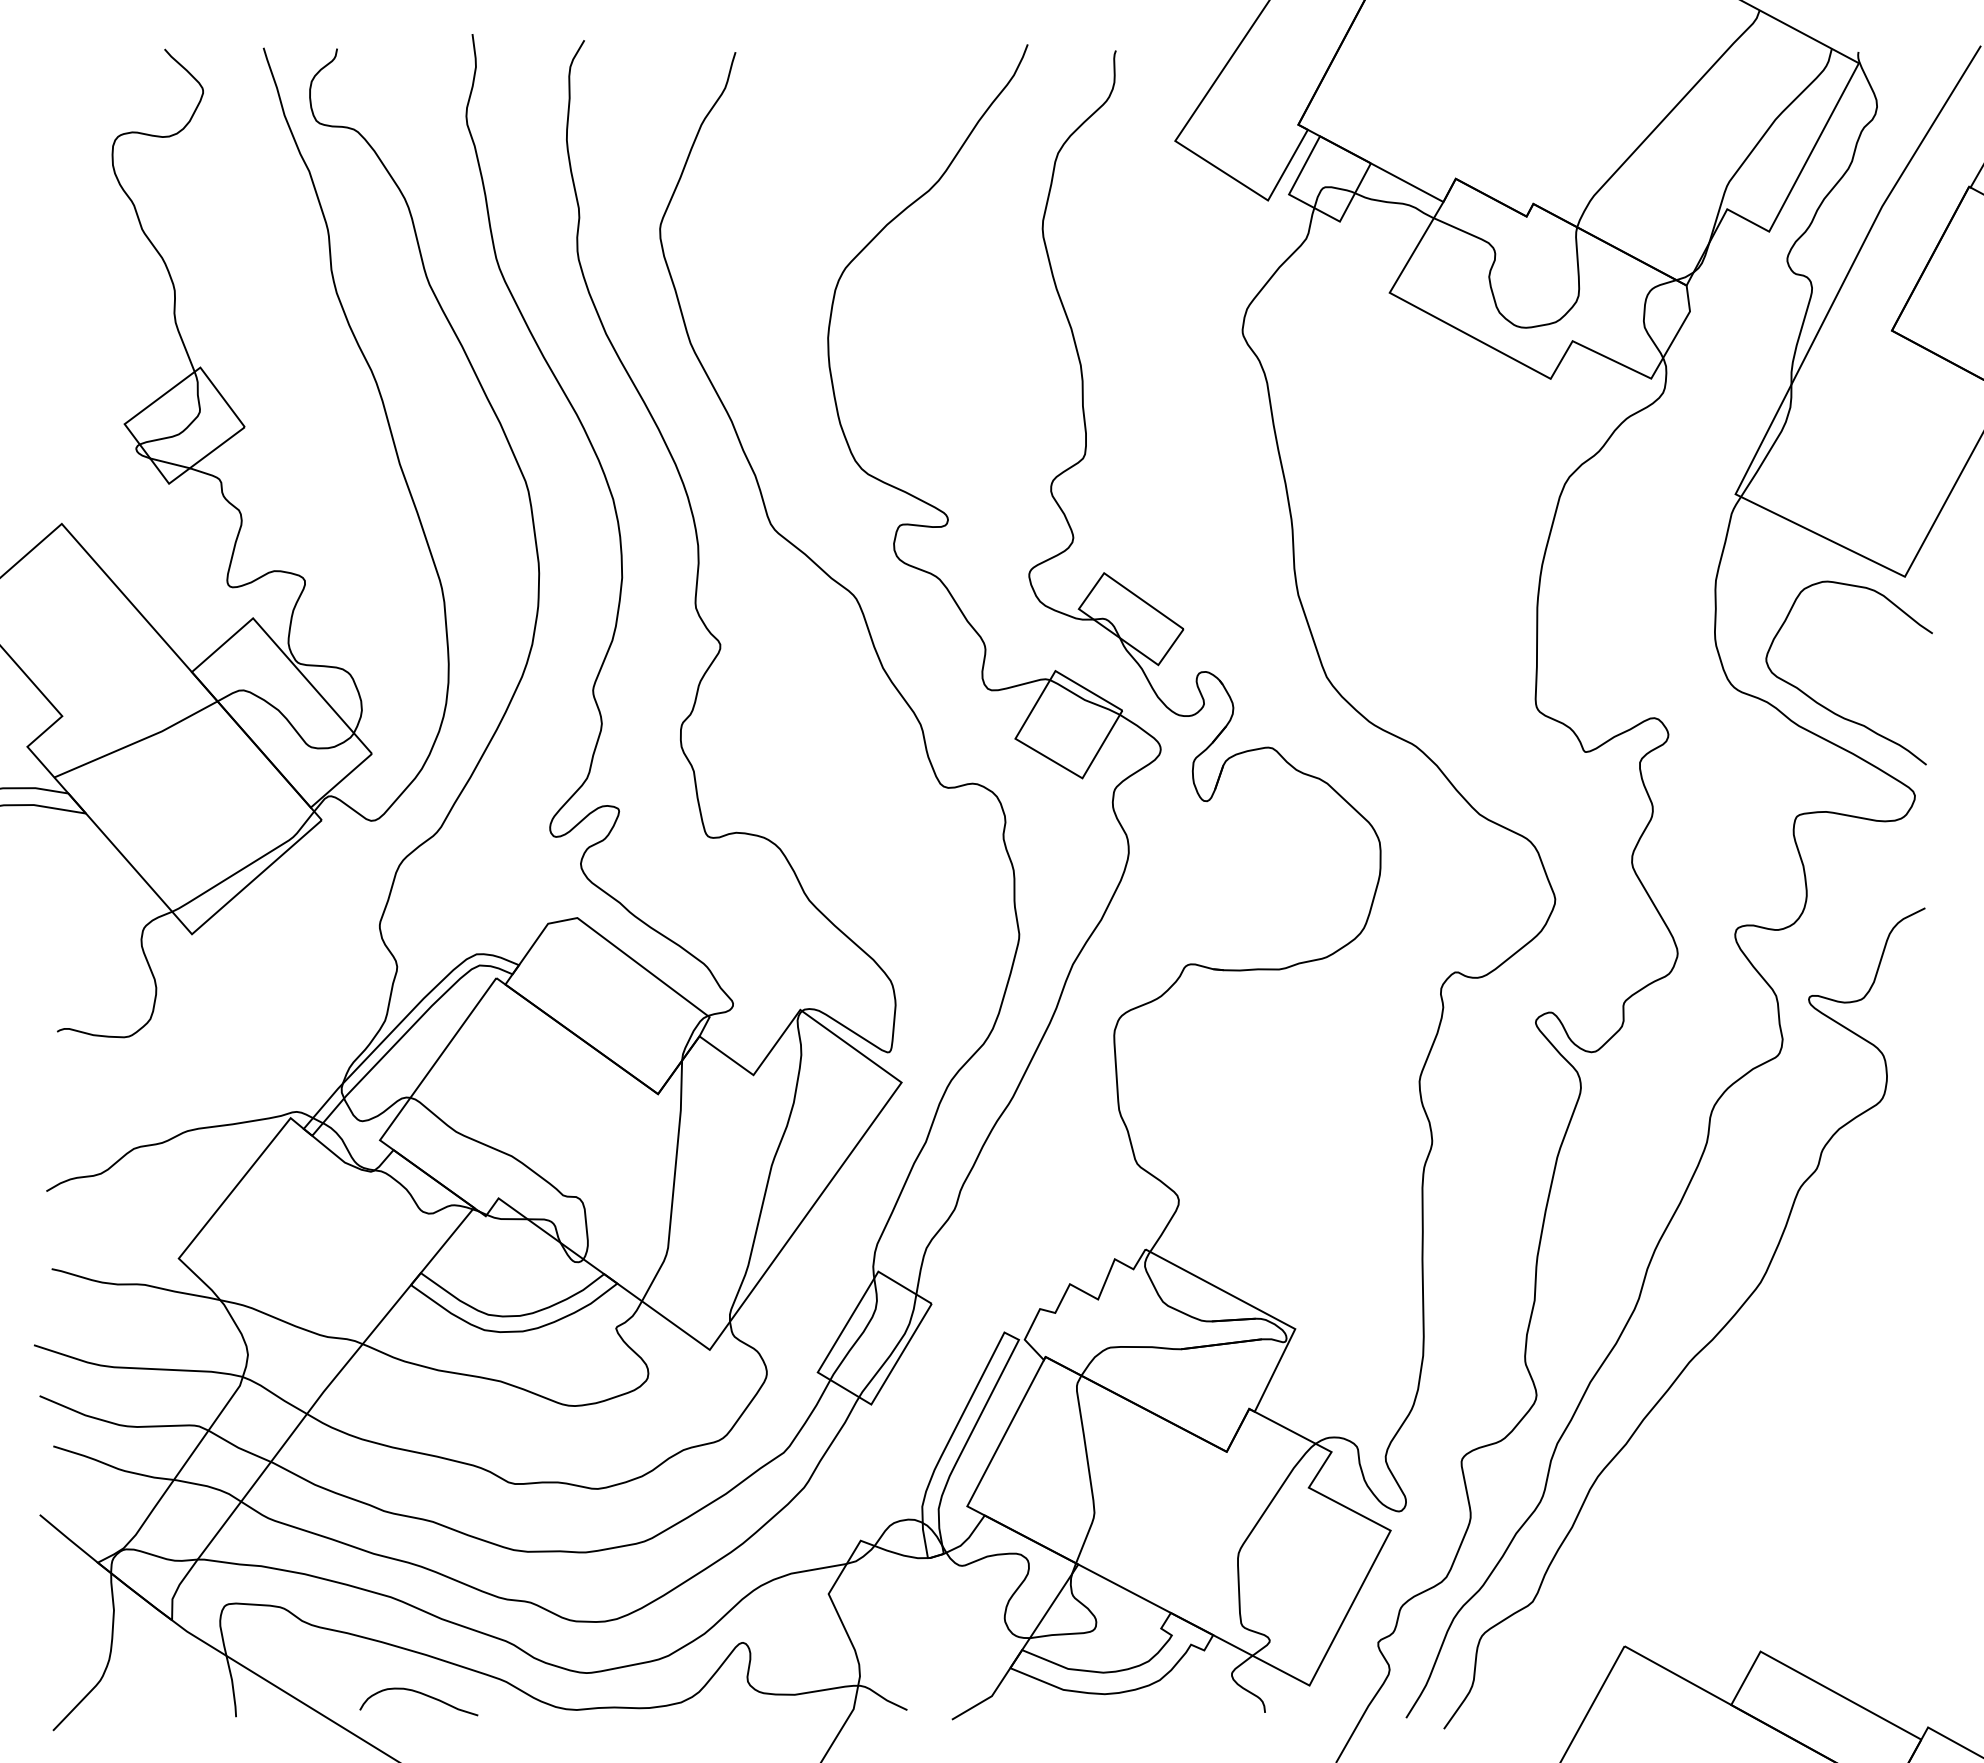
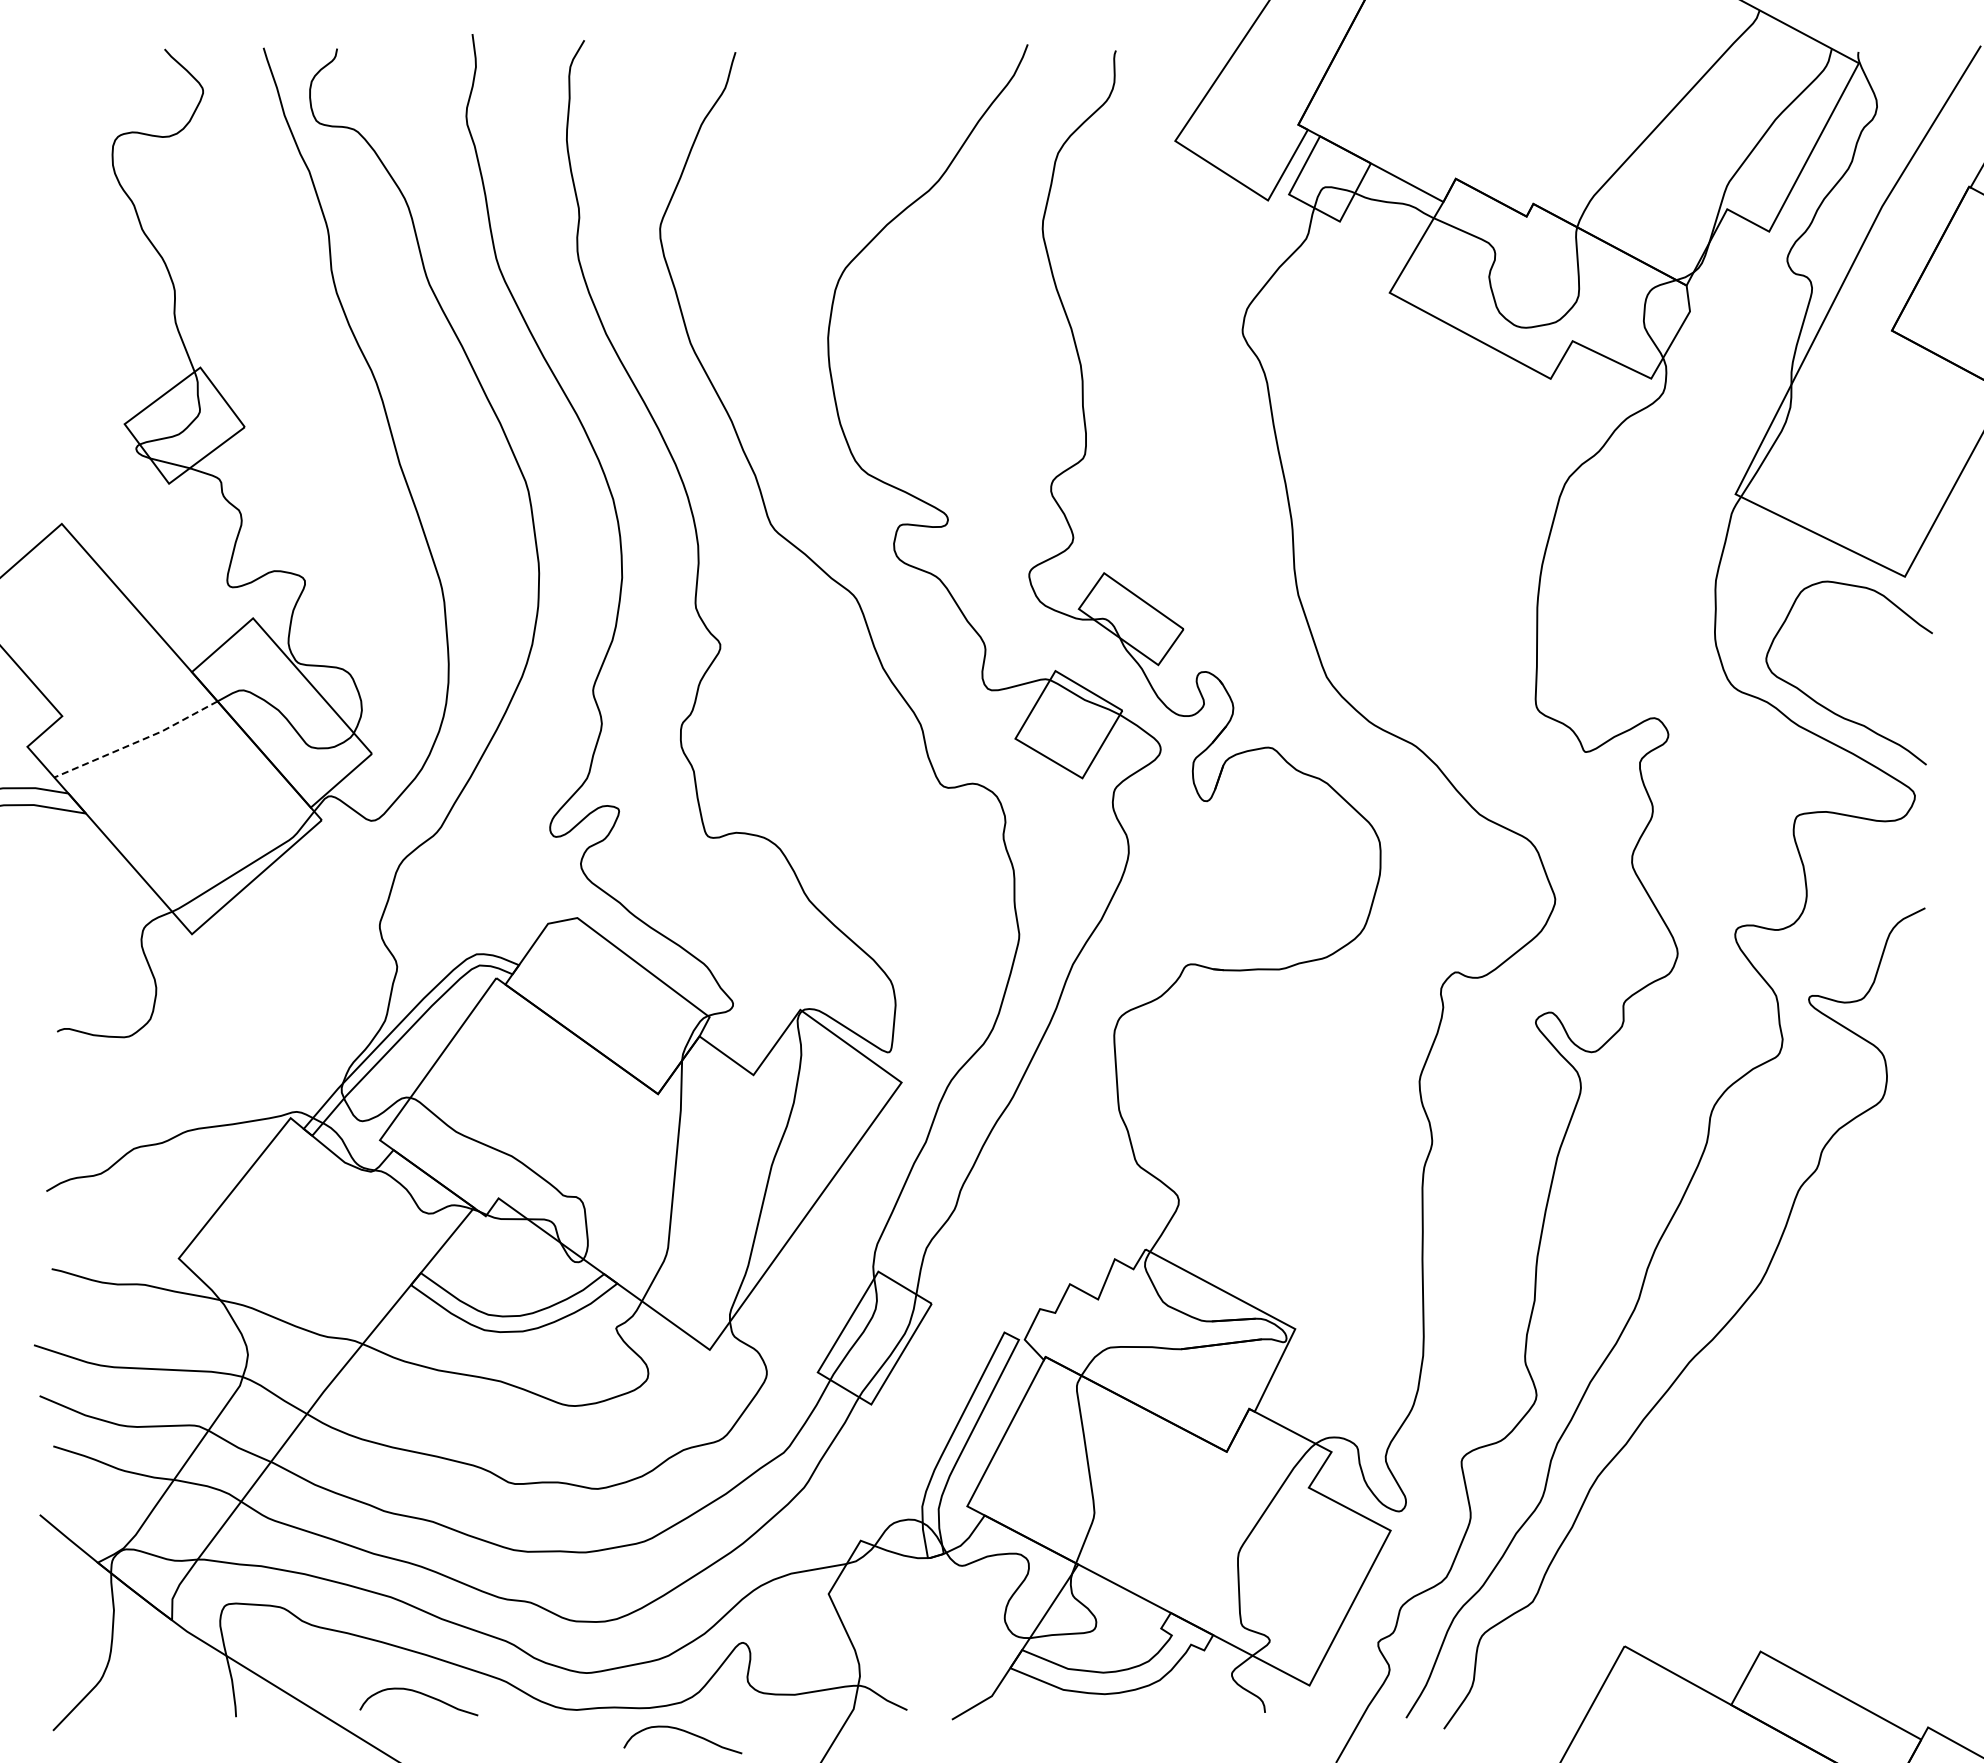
line at (138, 741): solid -> dashed
curve at (685, 1732): none -> present
